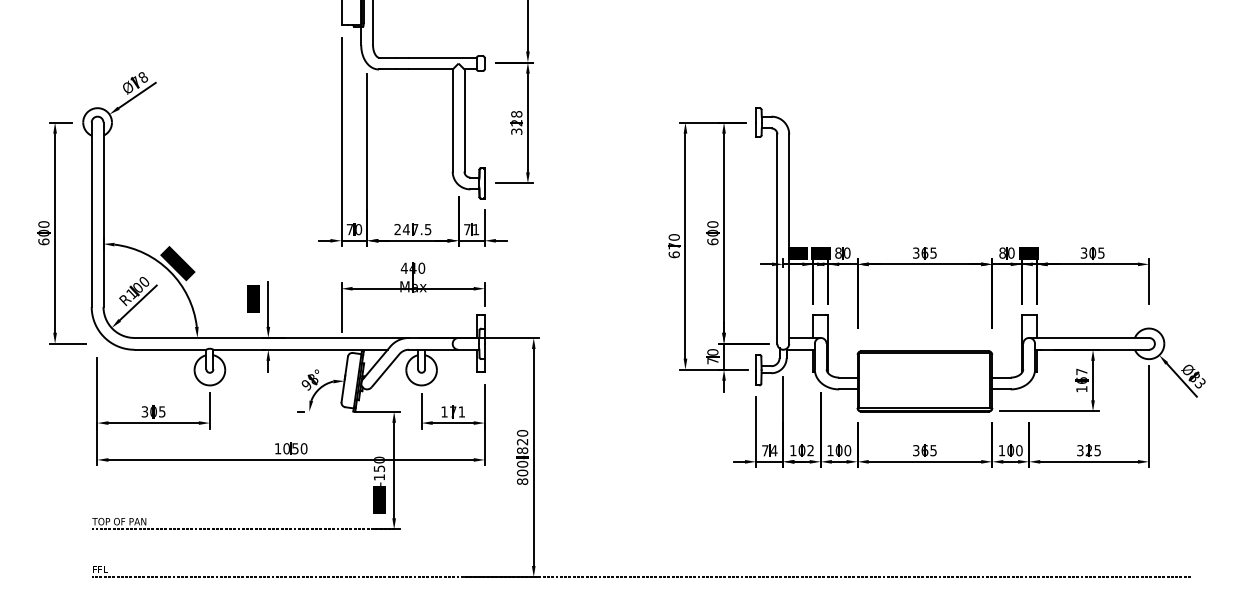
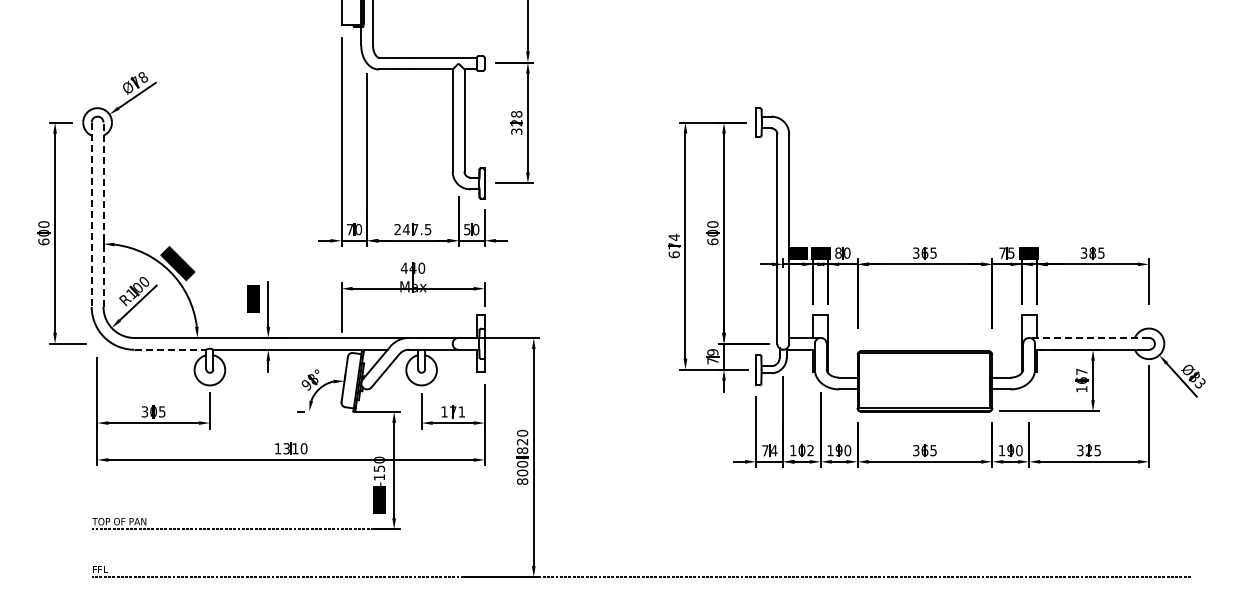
line at (103, 214): solid -> dashed
line at (91, 215): solid -> dashed
text at (471, 229): 71 -> 50
text at (673, 237): 670 -> 674
text at (1006, 252): 80 -> 75
text at (1092, 252): 305 -> 385
line at (1089, 337): solid -> dashed
line at (170, 349): solid -> dashed
text at (712, 352): 70 -> 79
text at (290, 448): 1050 -> 1310
text at (838, 450): 100 -> 190
text at (1010, 450): 100 -> 190
